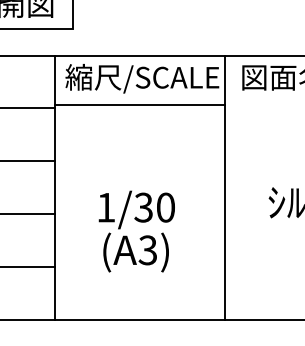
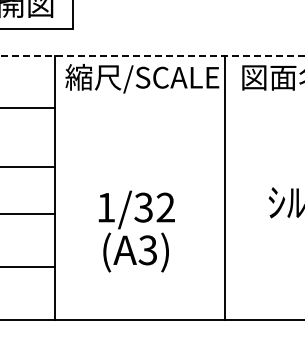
line at (152, 55): solid -> dashed
line at (139, 105): present -> none
line at (28, 160) position: (28, 160) -> (28, 166)
text at (165, 207): 1/30 -> 1/32
